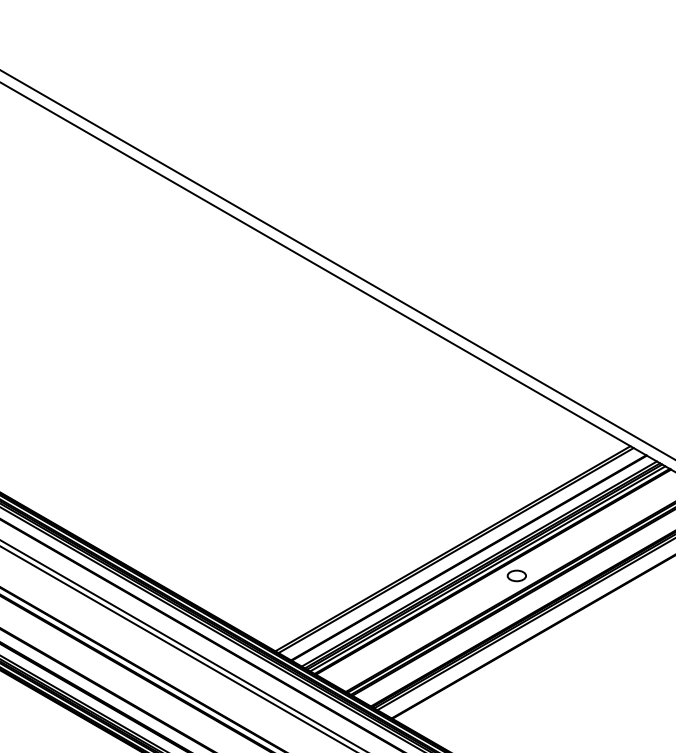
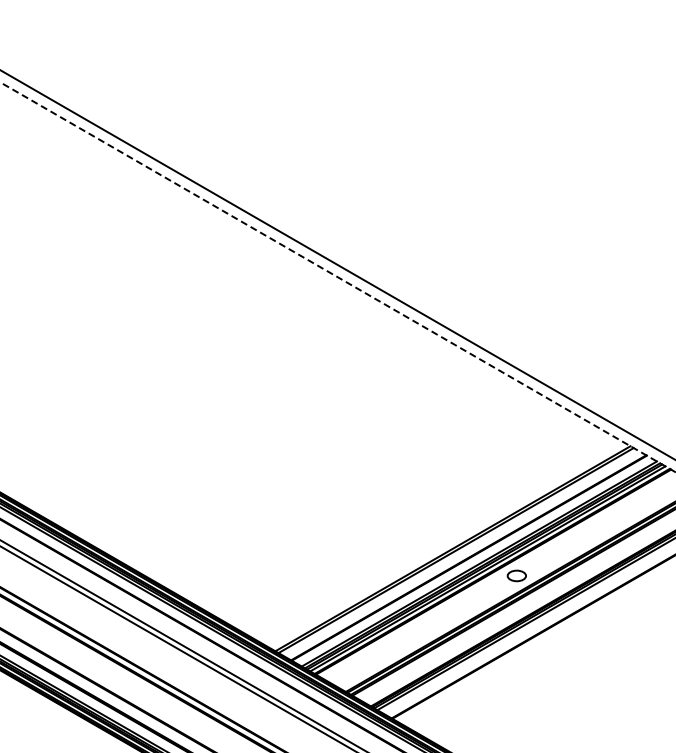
line at (337, 277): solid -> dashed
